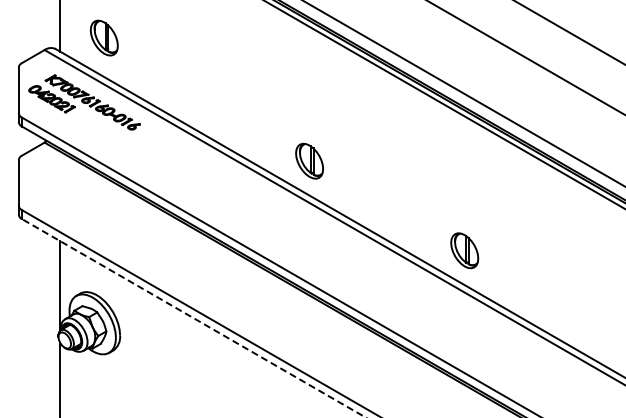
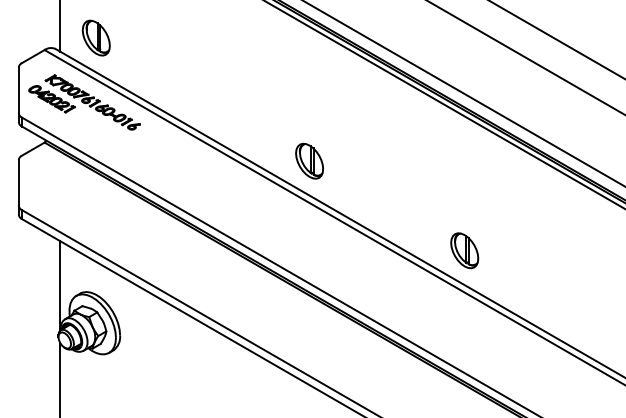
line at (569, 32) position: (569, 32) -> (556, 39)
part at (103, 37) position: (103, 37) -> (95, 37)
line at (194, 318): dashed -> solid
